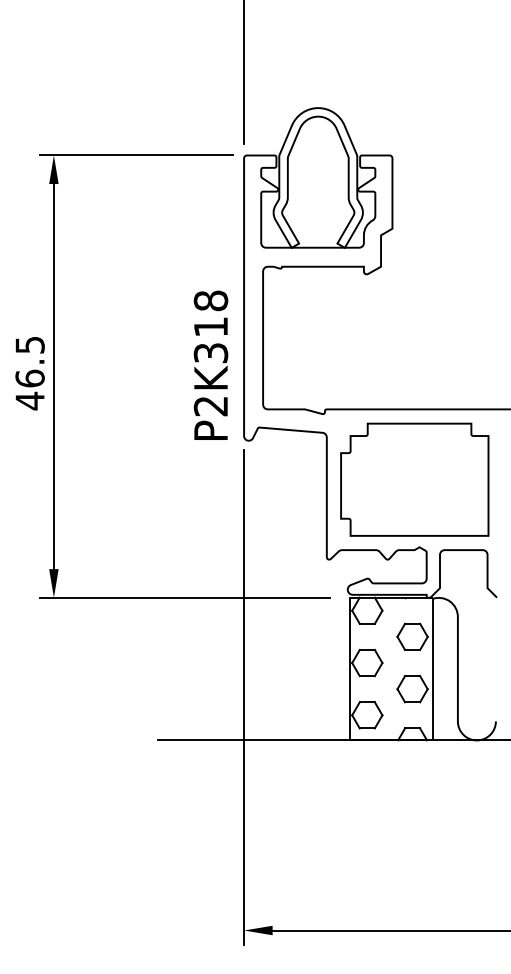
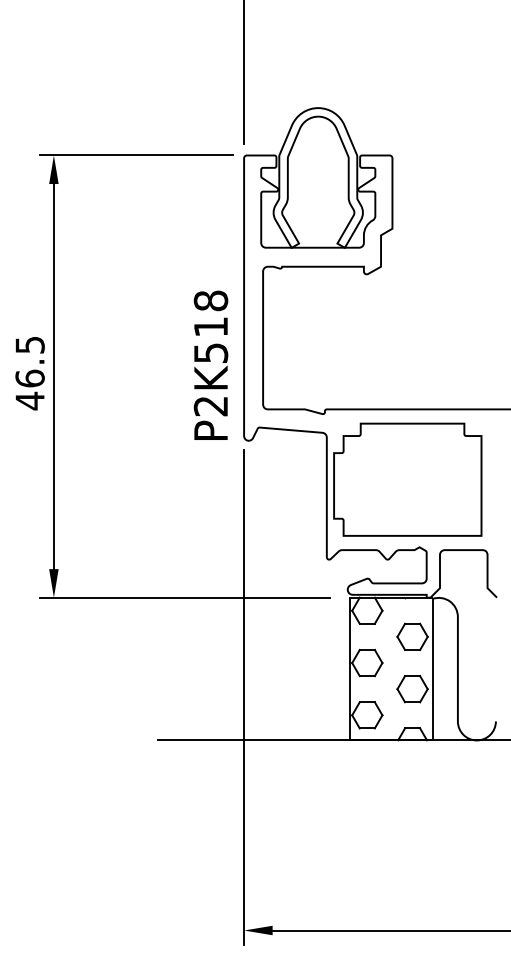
text at (210, 352): P2K318 -> P2K518
part at (414, 479) position: (414, 479) -> (407, 479)
